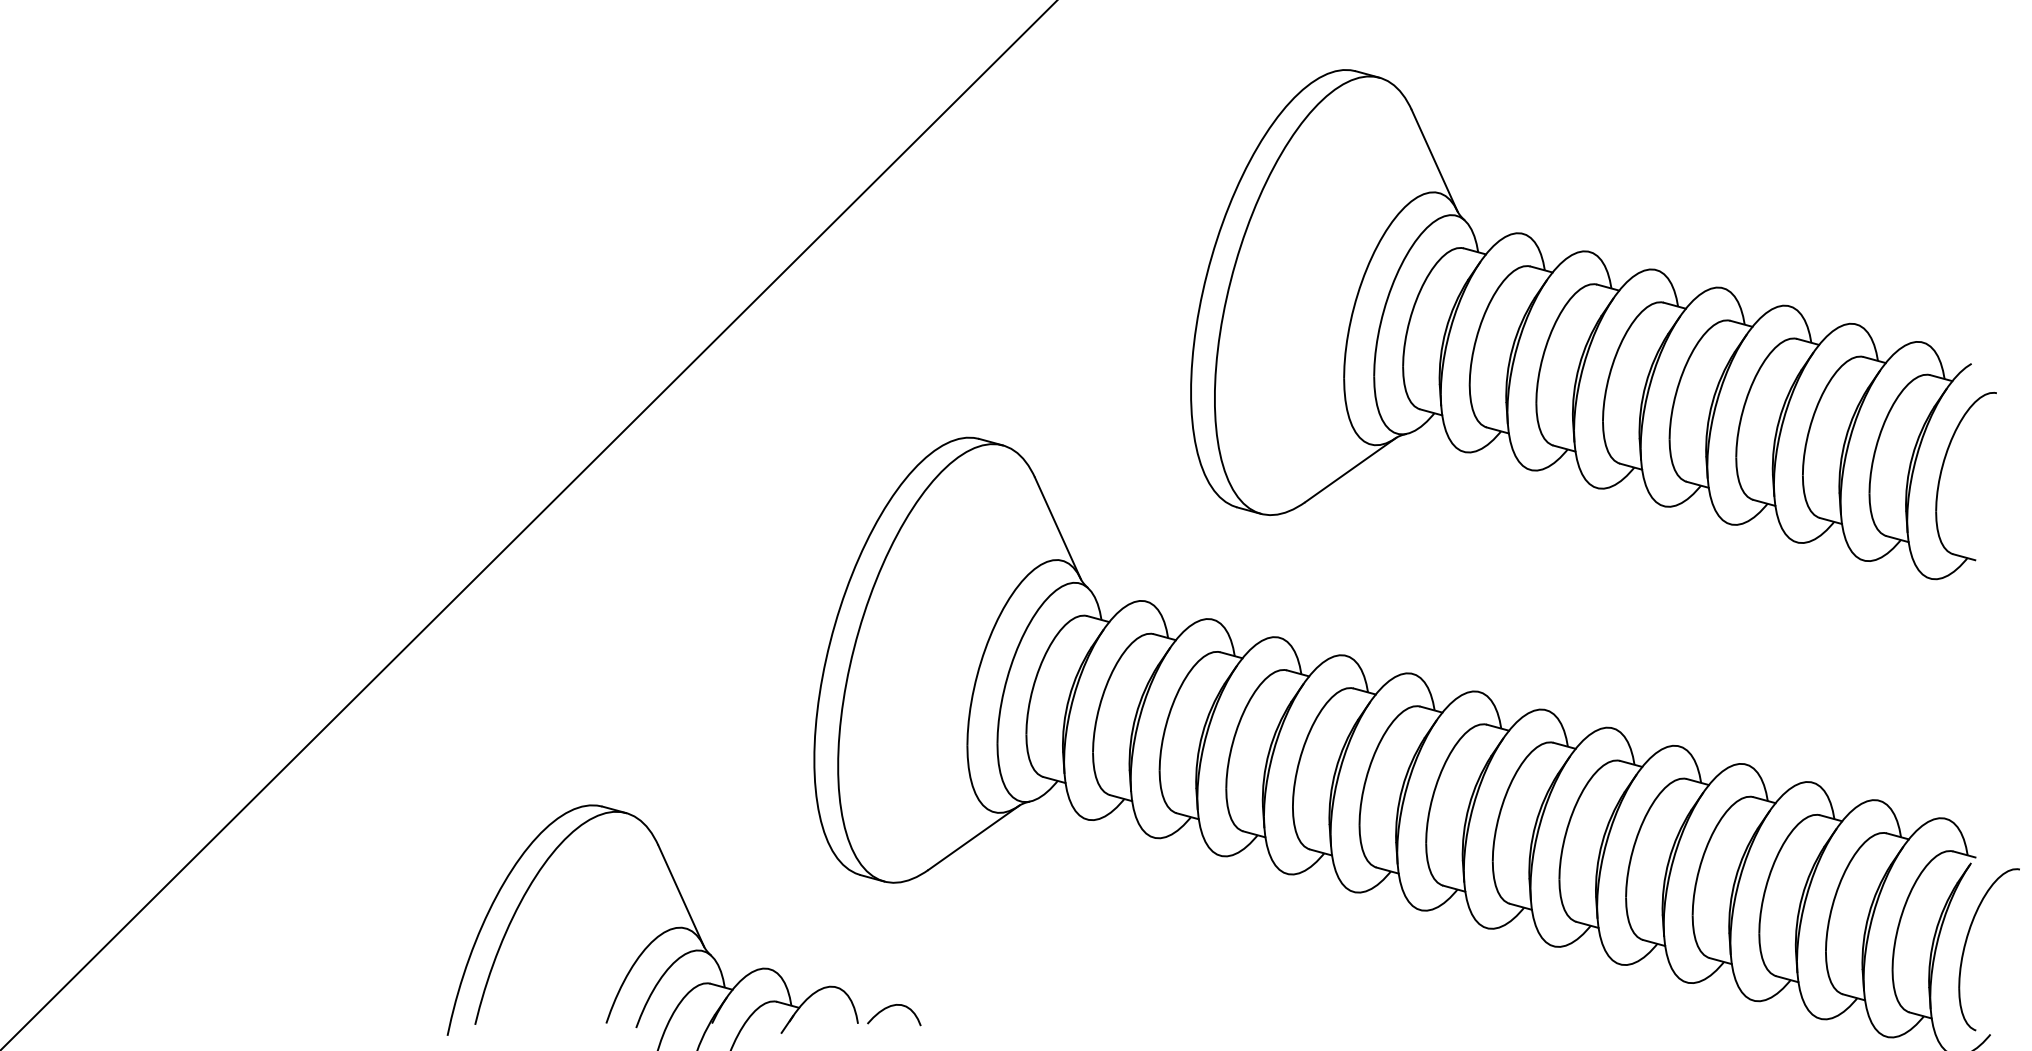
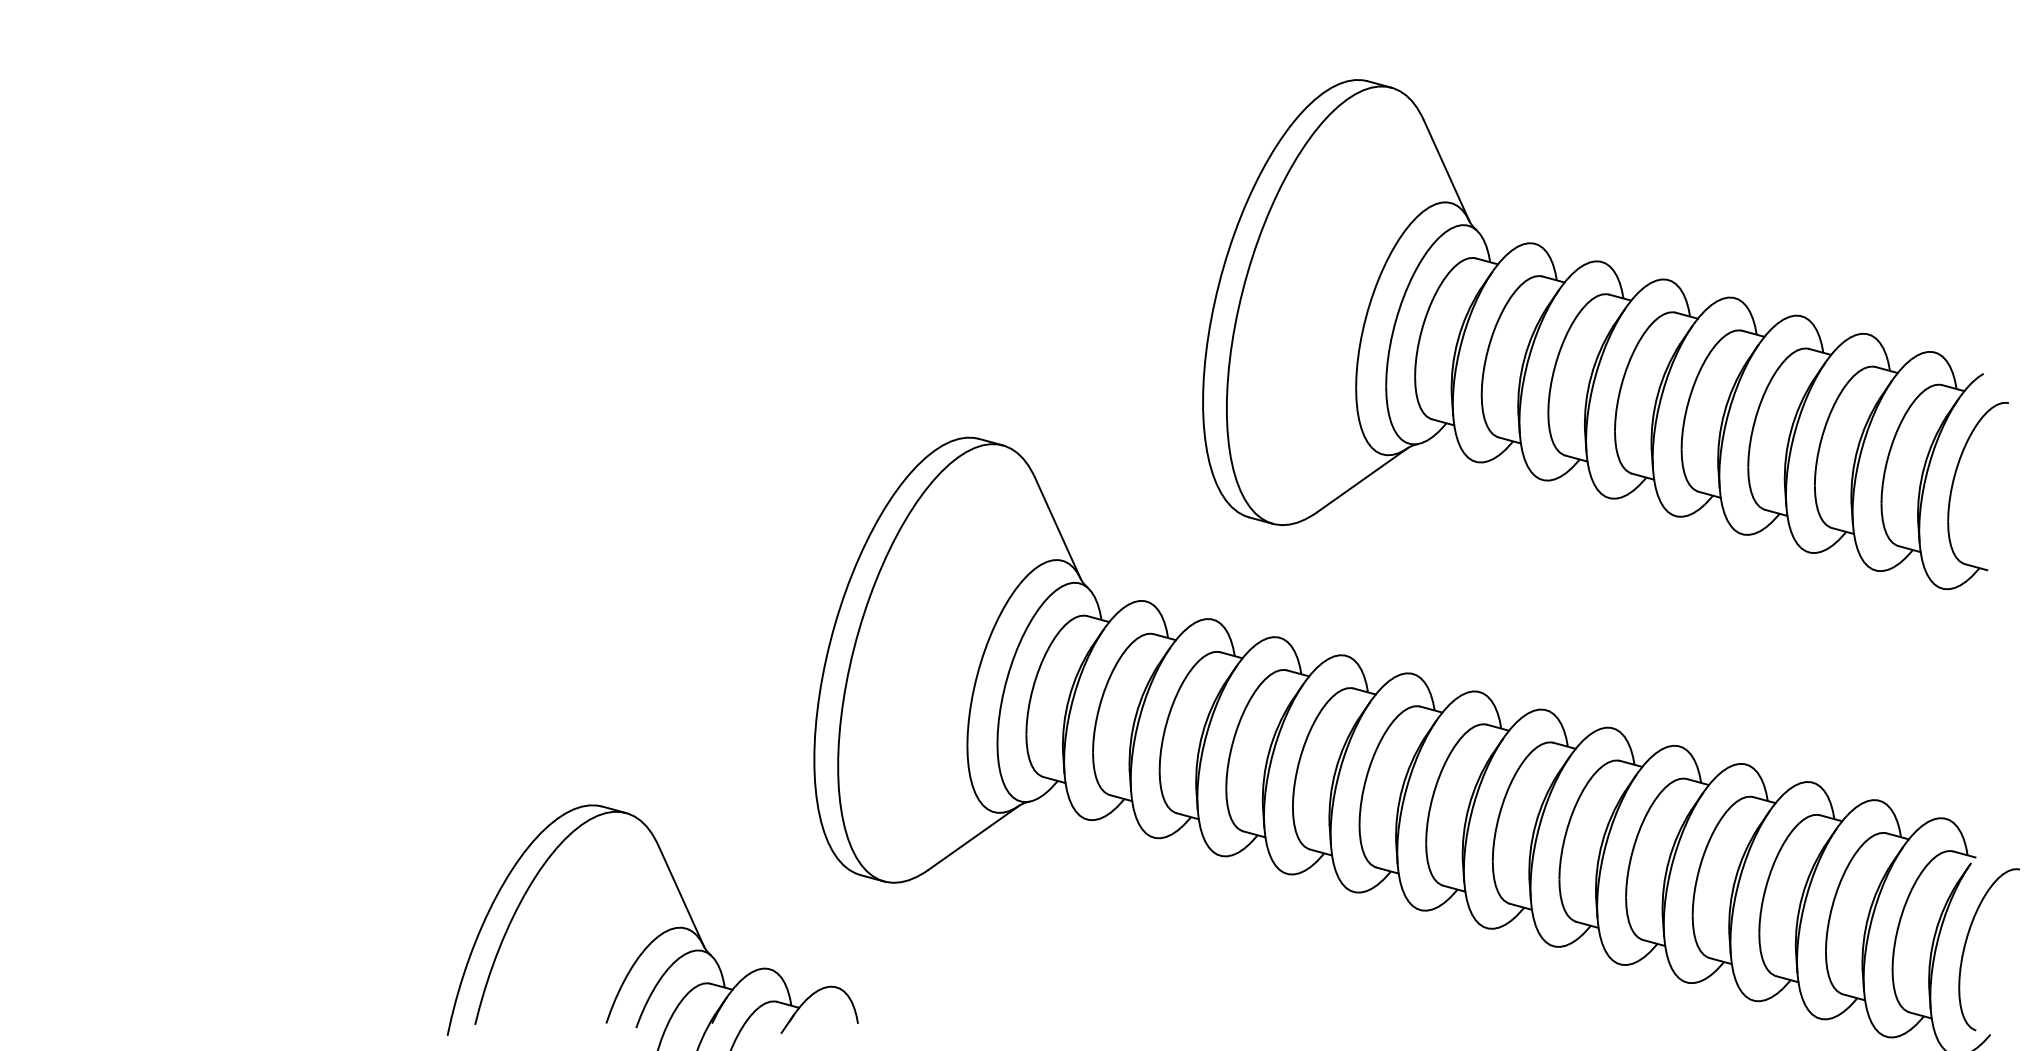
part at (1593, 324) position: (1593, 324) -> (1605, 334)
line at (529, 524): present -> none
curve at (890, 1007): present -> none
